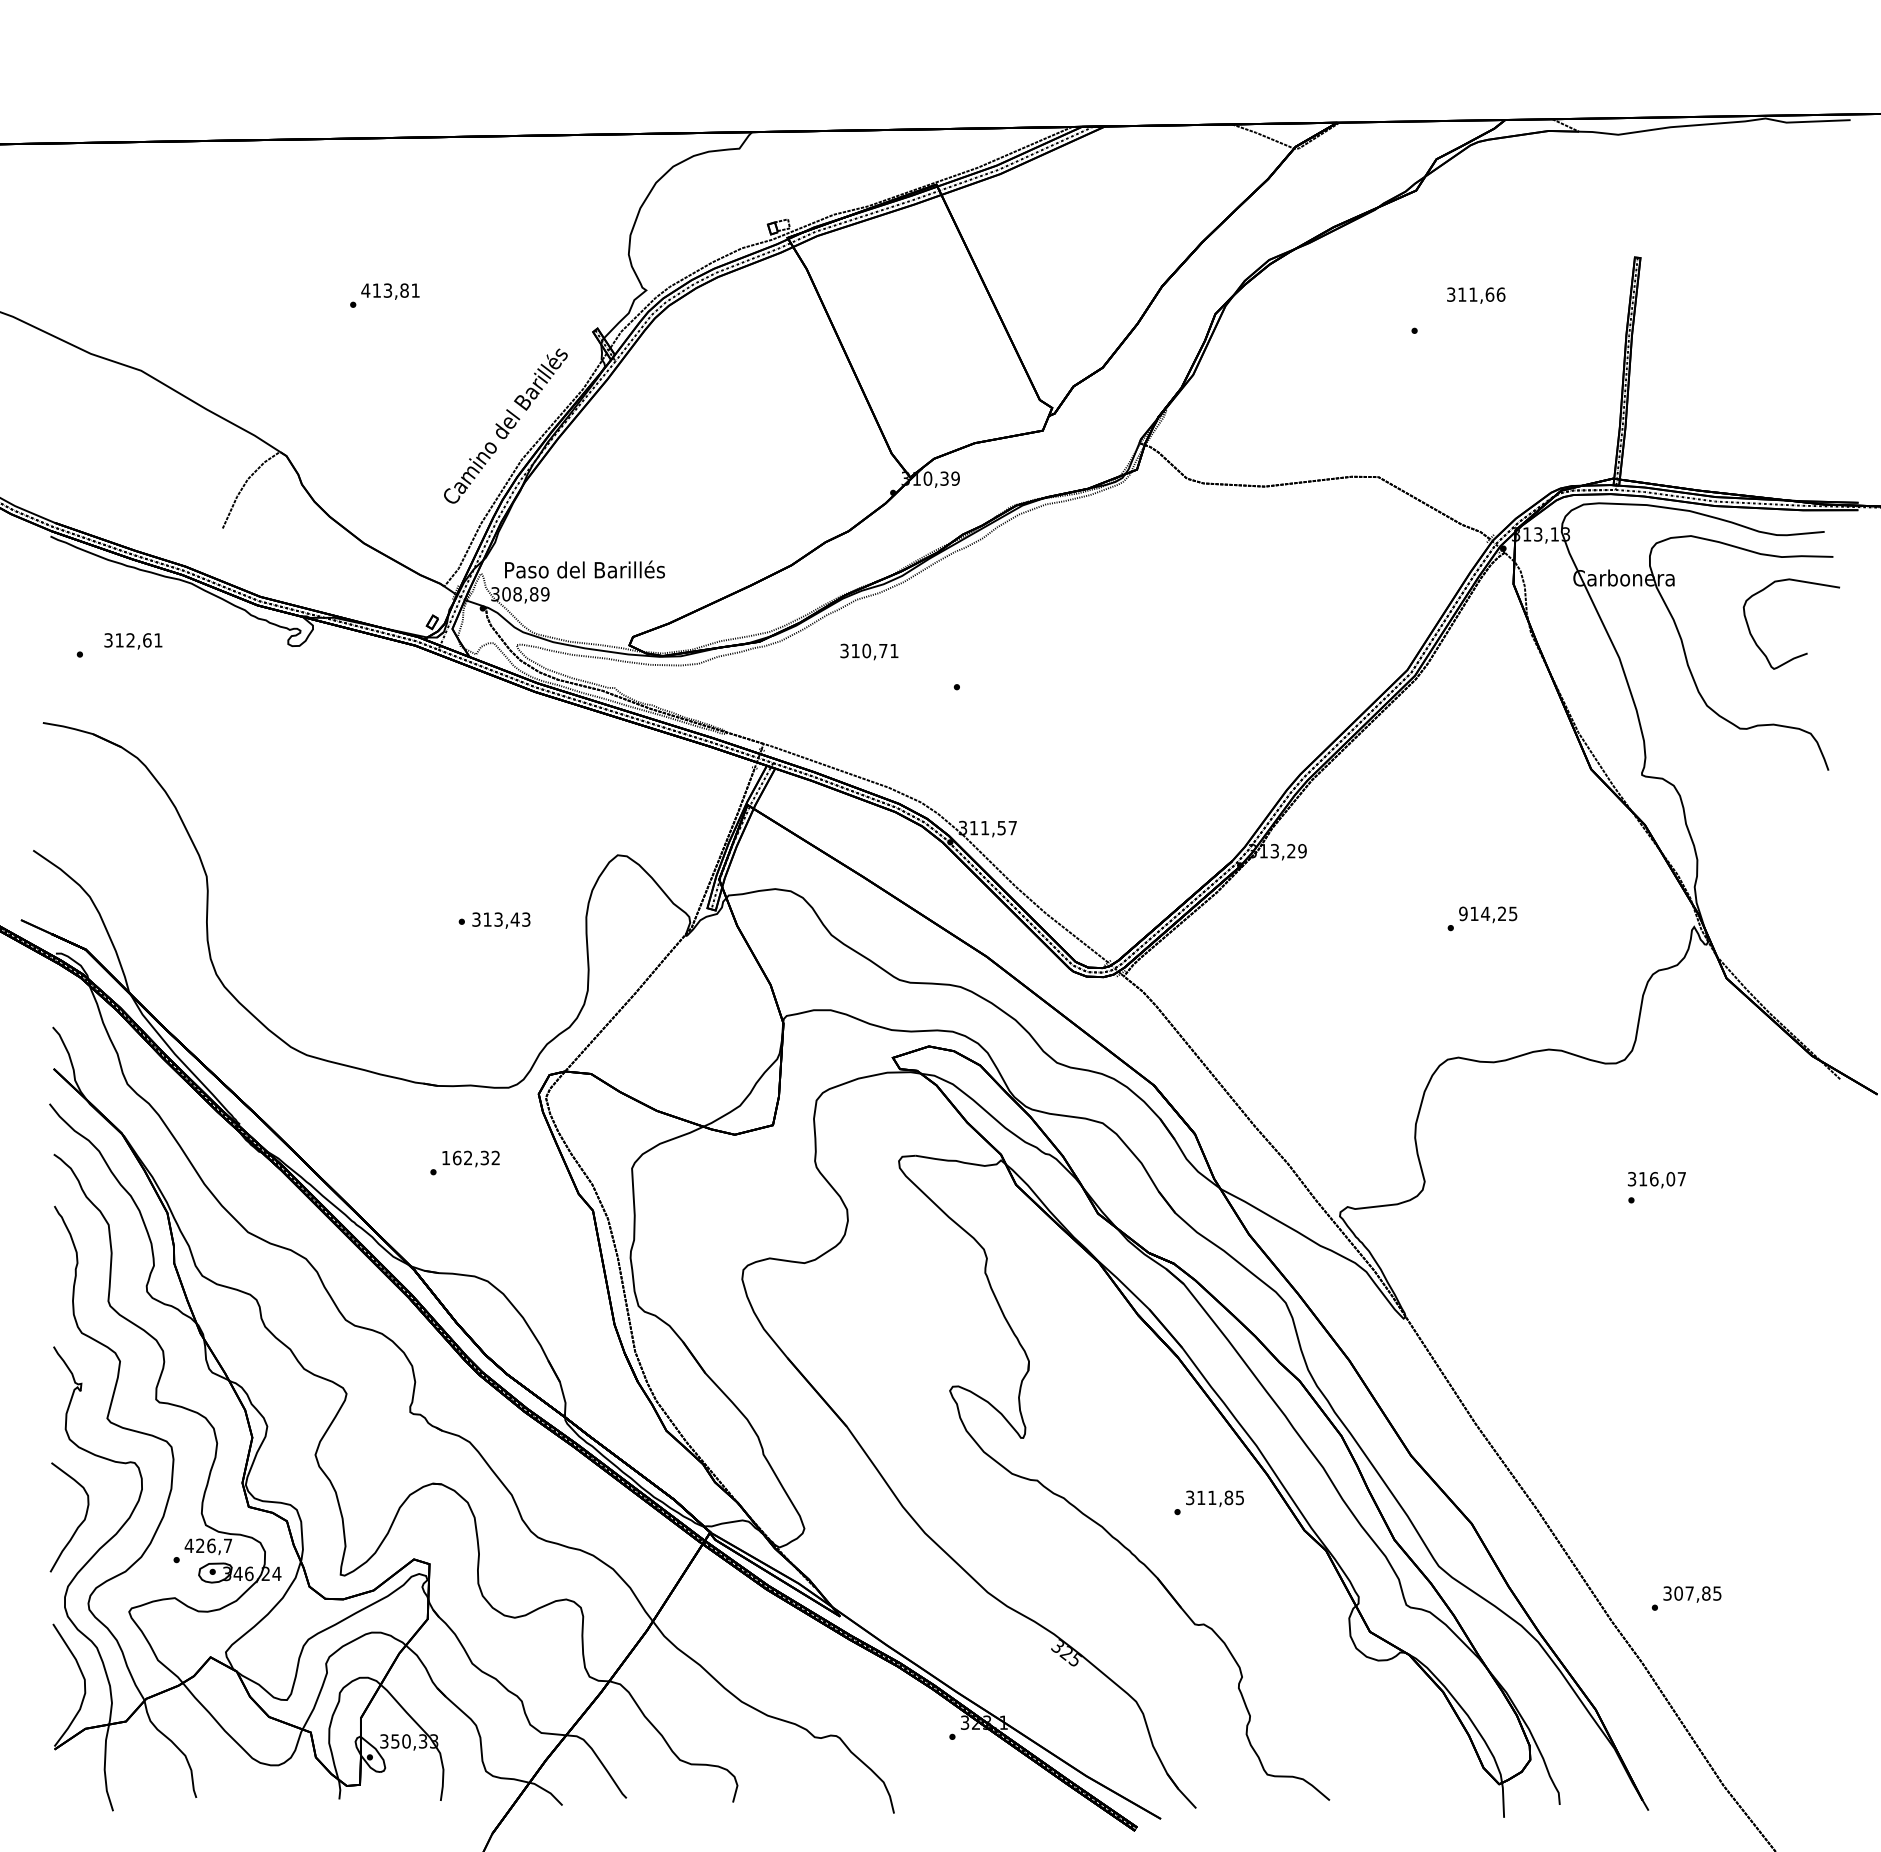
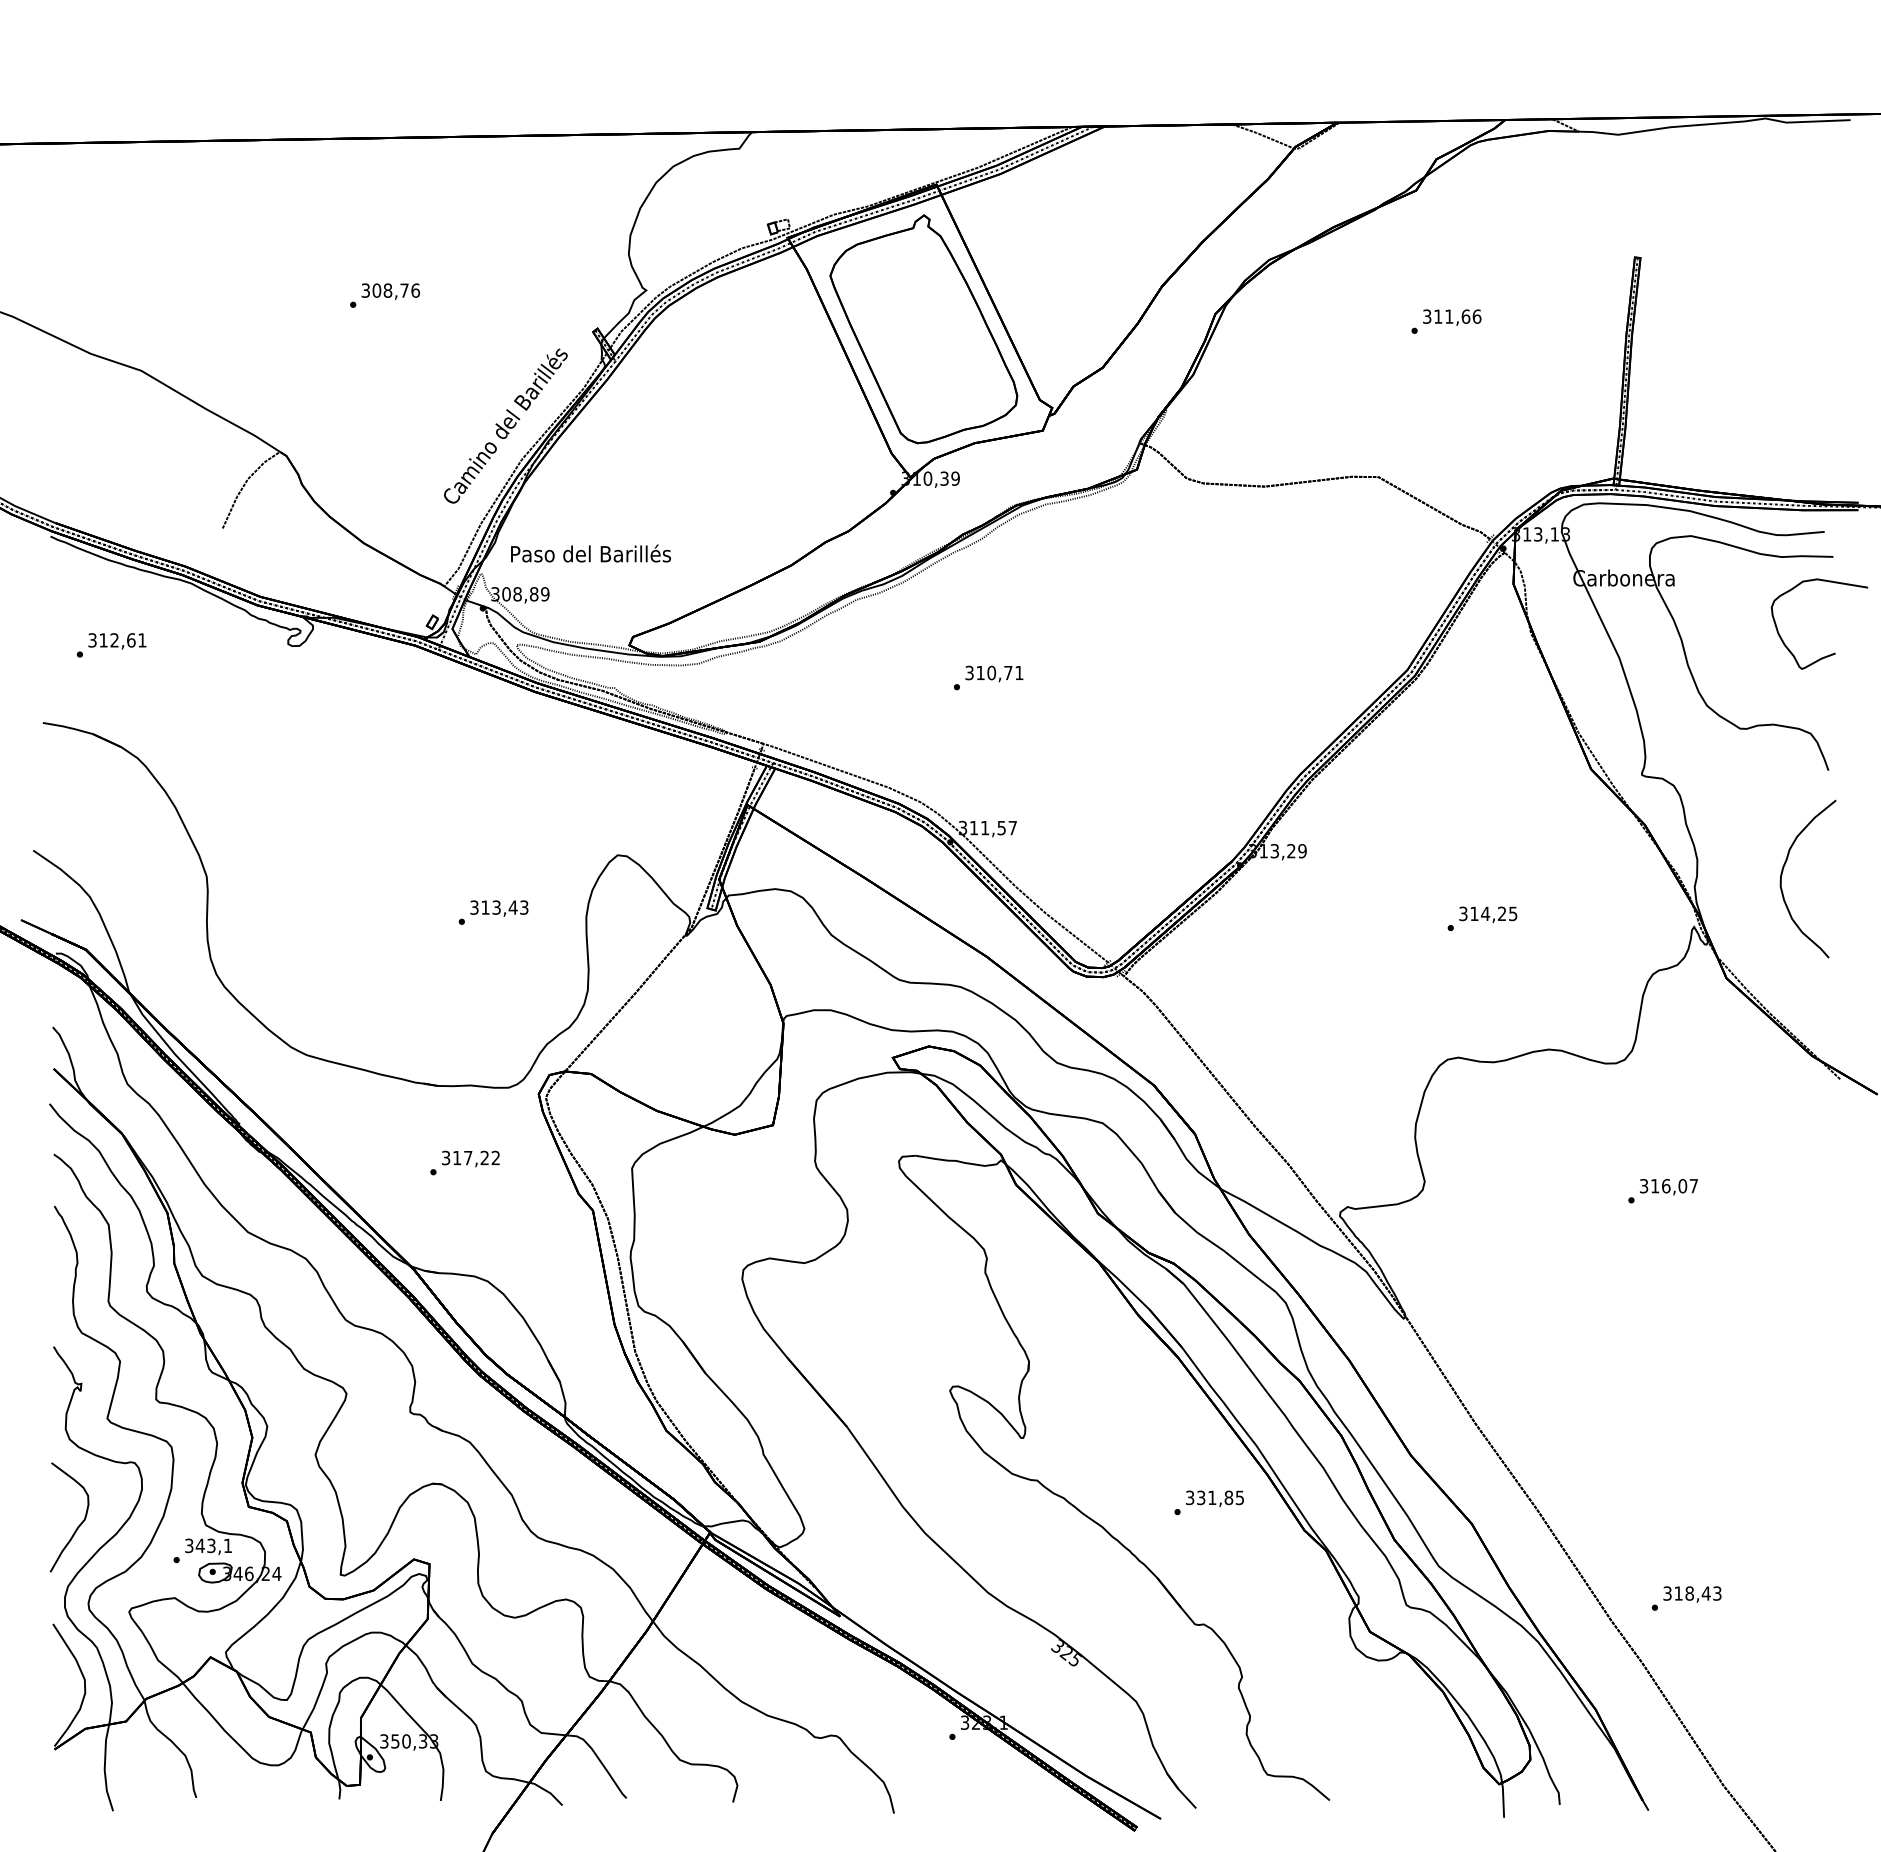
text at (390, 290): 413,81 -> 308,76
text at (1476, 295) position: (1476, 295) -> (1452, 317)
part at (923, 329): none -> present
text at (584, 569) position: (584, 569) -> (590, 553)
text at (133, 641) position: (133, 641) -> (117, 641)
text at (869, 651) position: (869, 651) -> (994, 673)
curve at (1801, 654) position: (1801, 654) -> (1829, 654)
curve at (1783, 871): none -> present
text at (1463, 913): 914,25 -> 314,25
text at (501, 920) position: (501, 920) -> (499, 908)
text at (465, 1157): 162,32 -> 317,22
text at (1656, 1180) position: (1656, 1180) -> (1668, 1187)
text at (1201, 1497): 311,85 -> 331,85
text at (208, 1545): 426,7 -> 343,1
text at (1697, 1593): 307,85 -> 318,43
